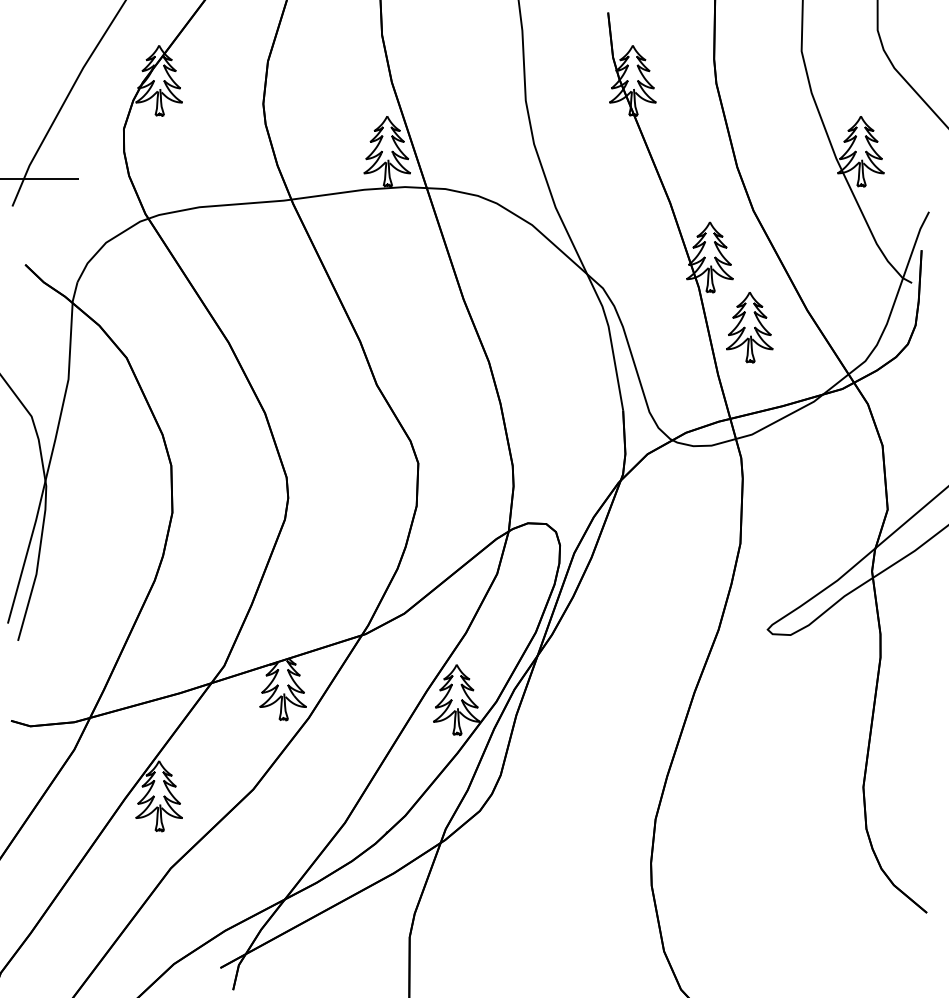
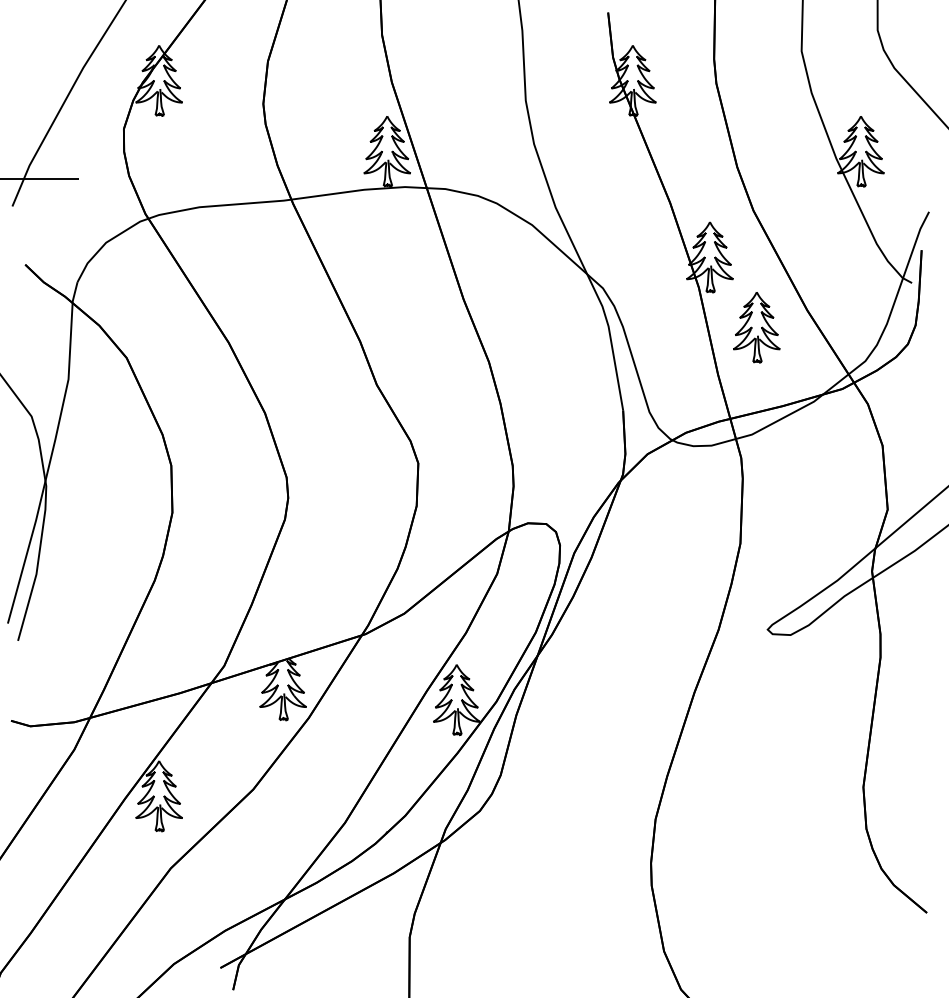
part at (749, 327) position: (749, 327) -> (756, 327)
